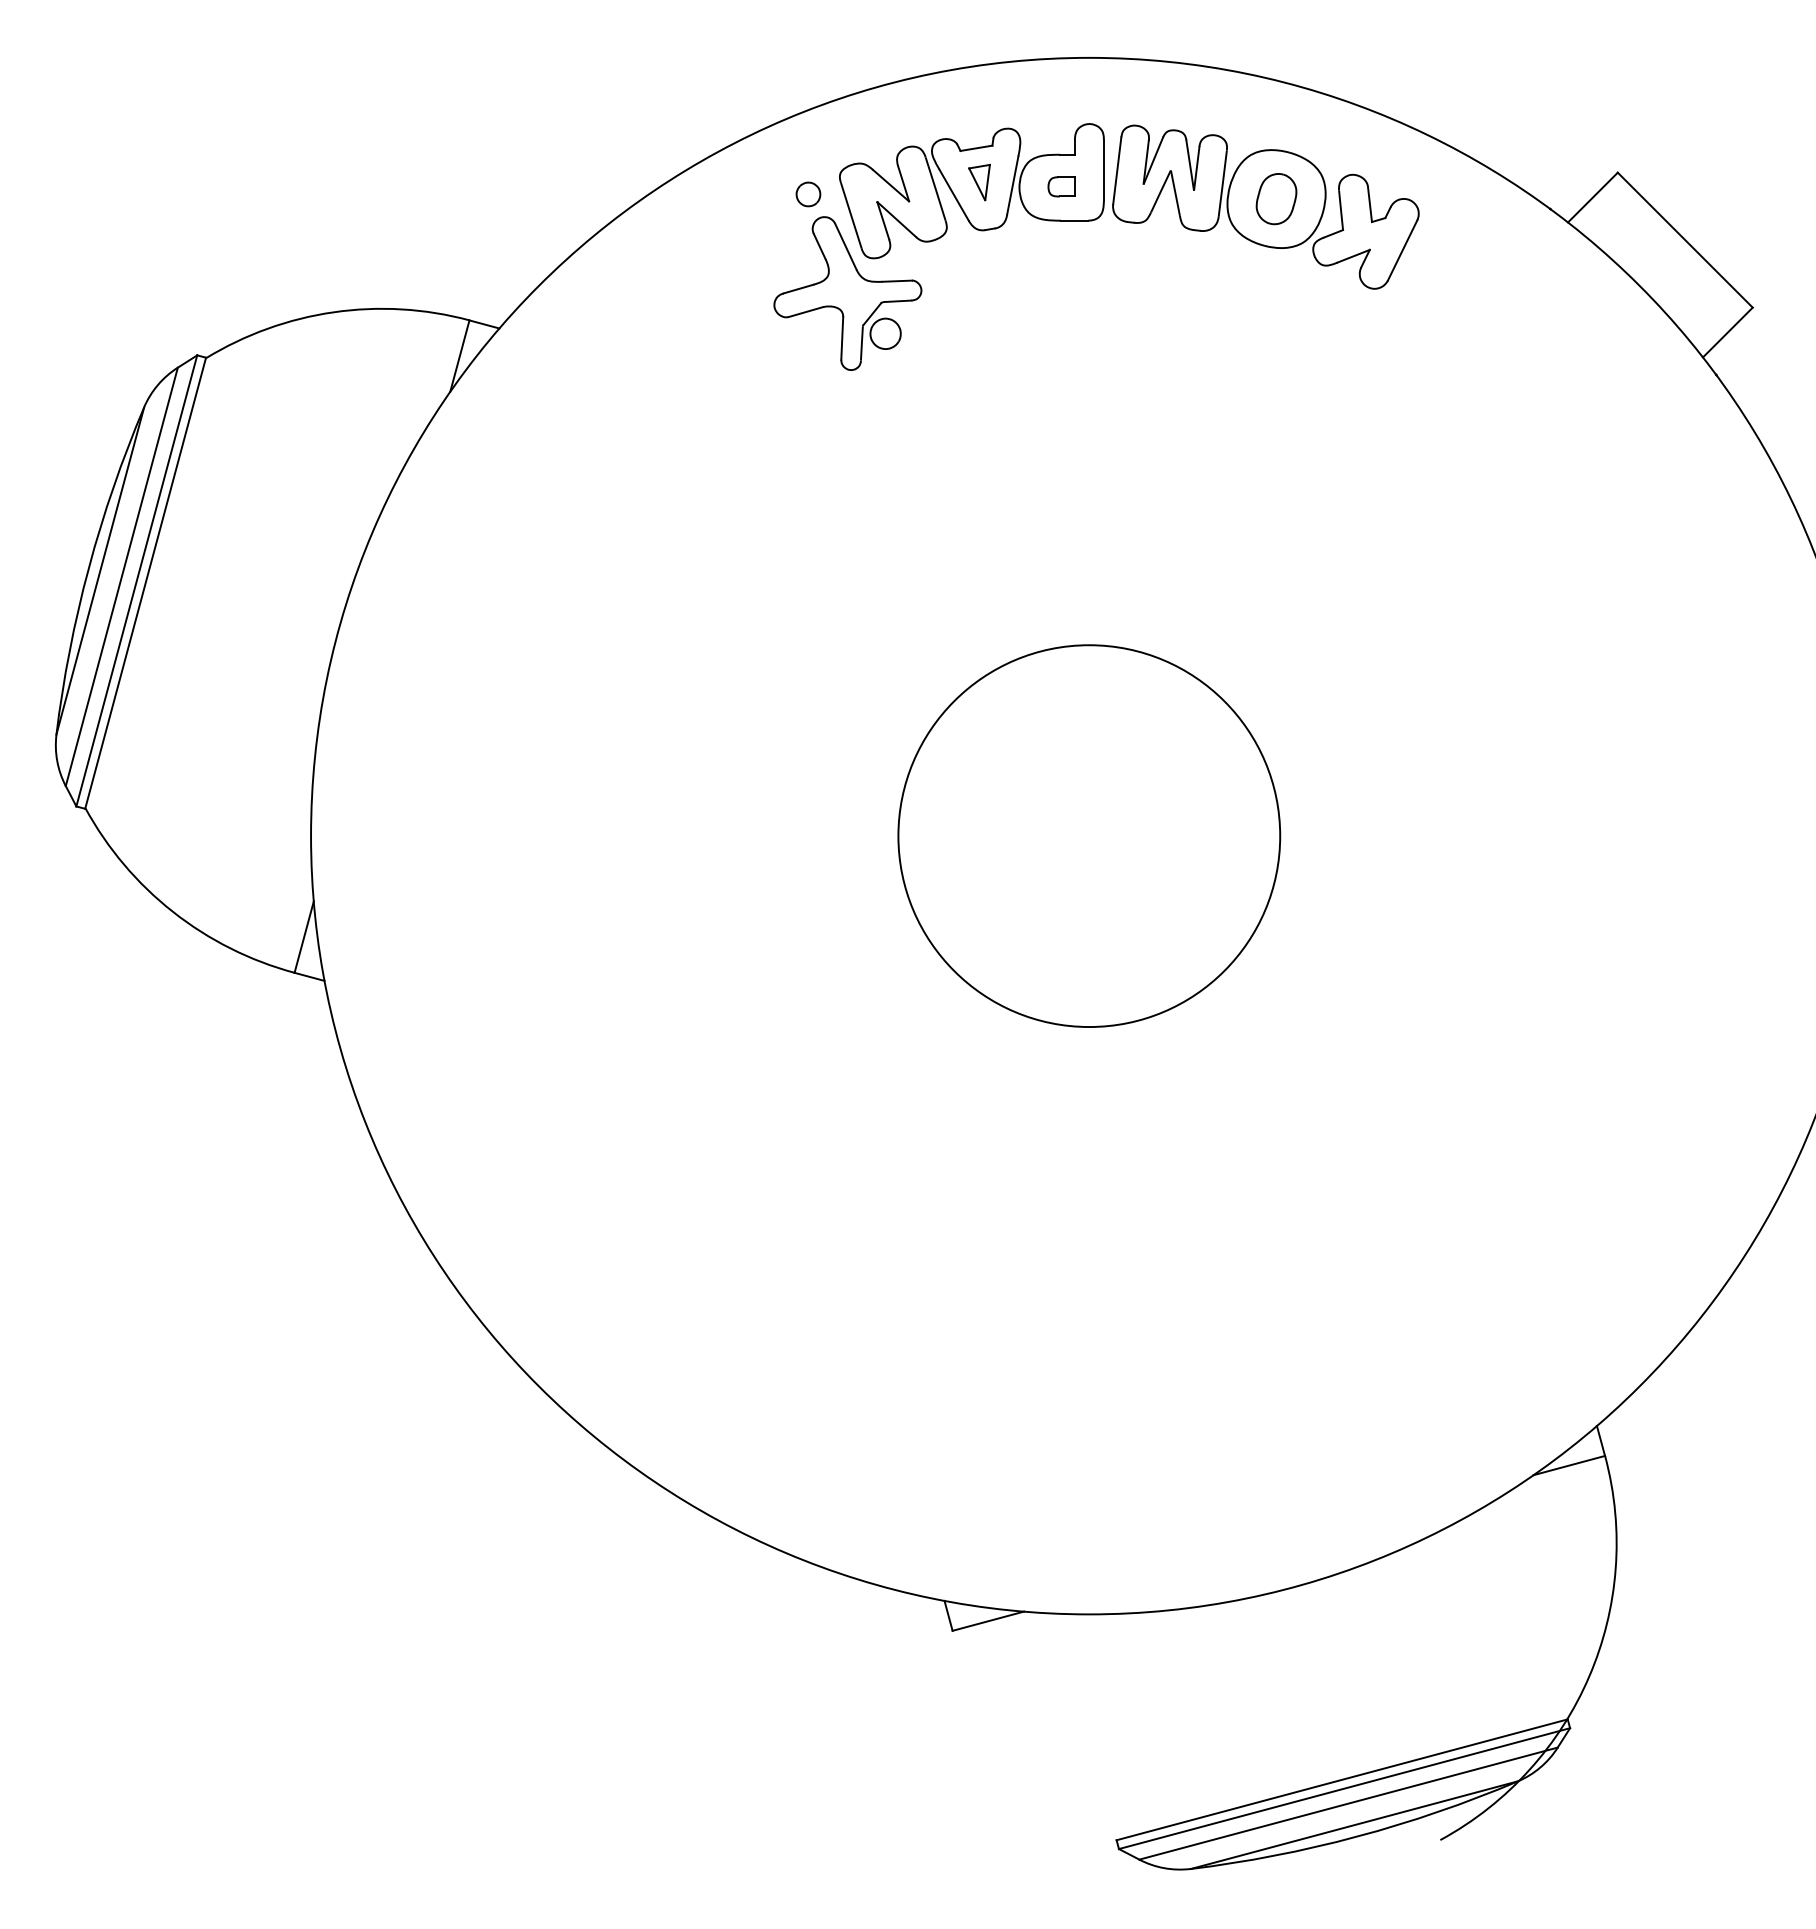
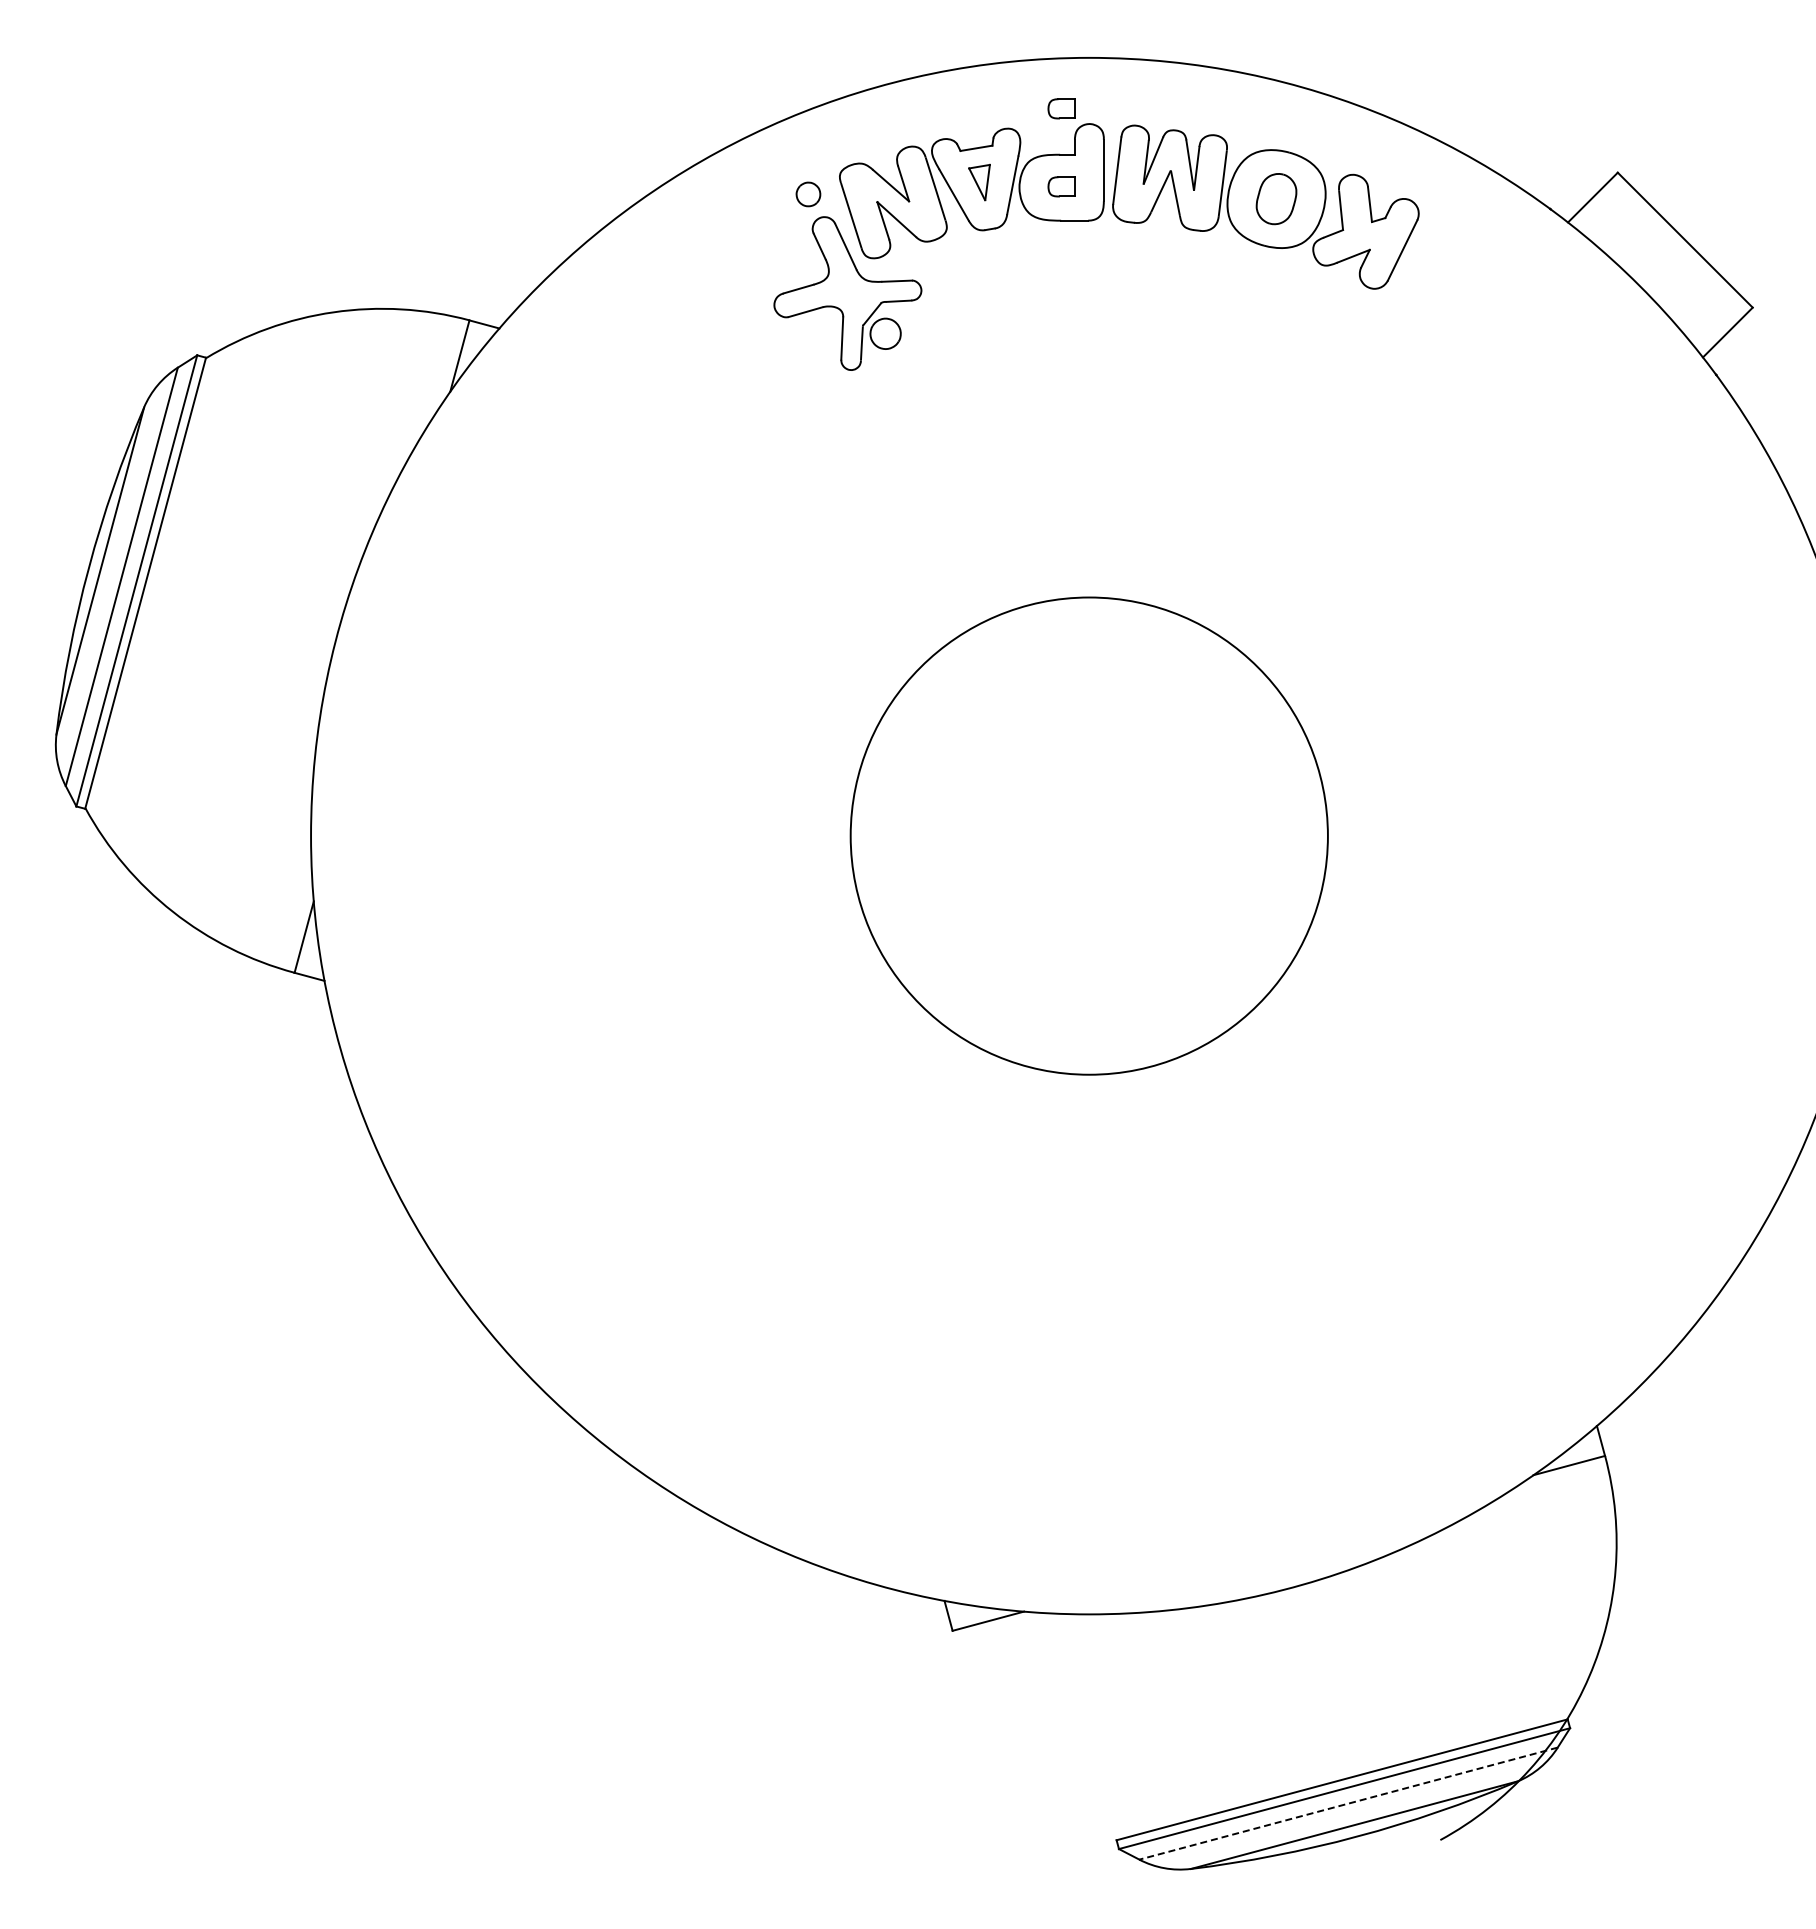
part at (1061, 108): none -> present
circle at (1089, 836) diameter: 382 px -> 477 px
line at (1348, 1803): solid -> dashed
